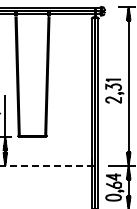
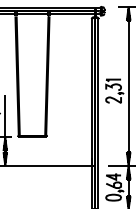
line at (46, 165): dashed -> solid
